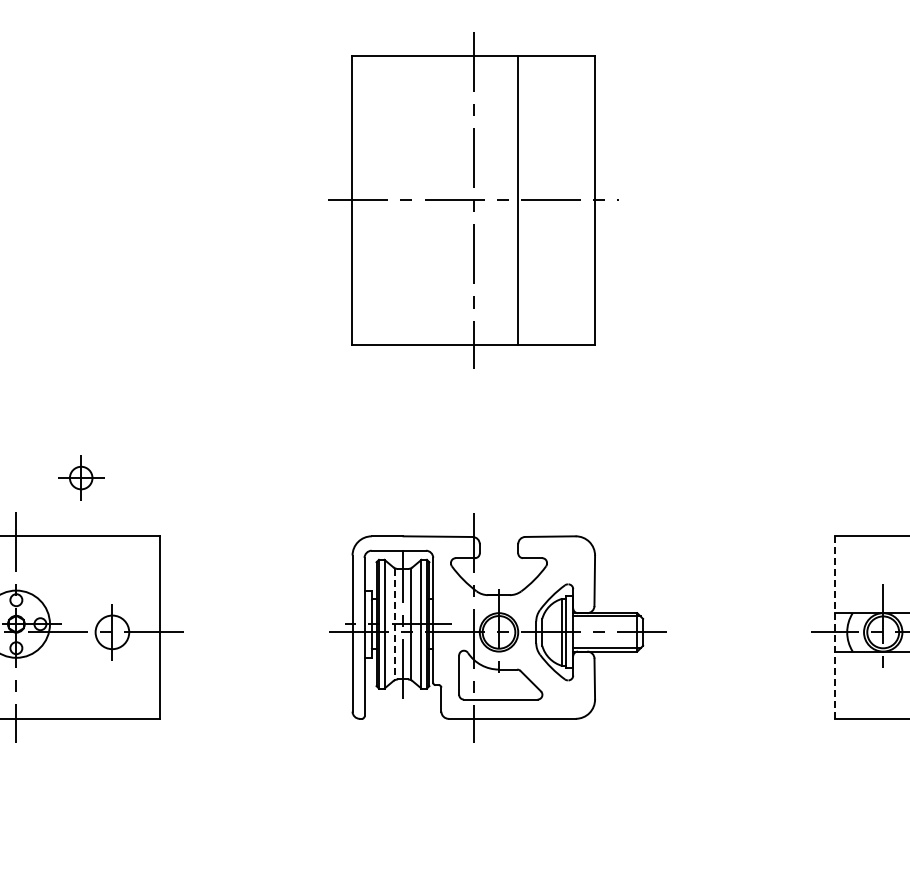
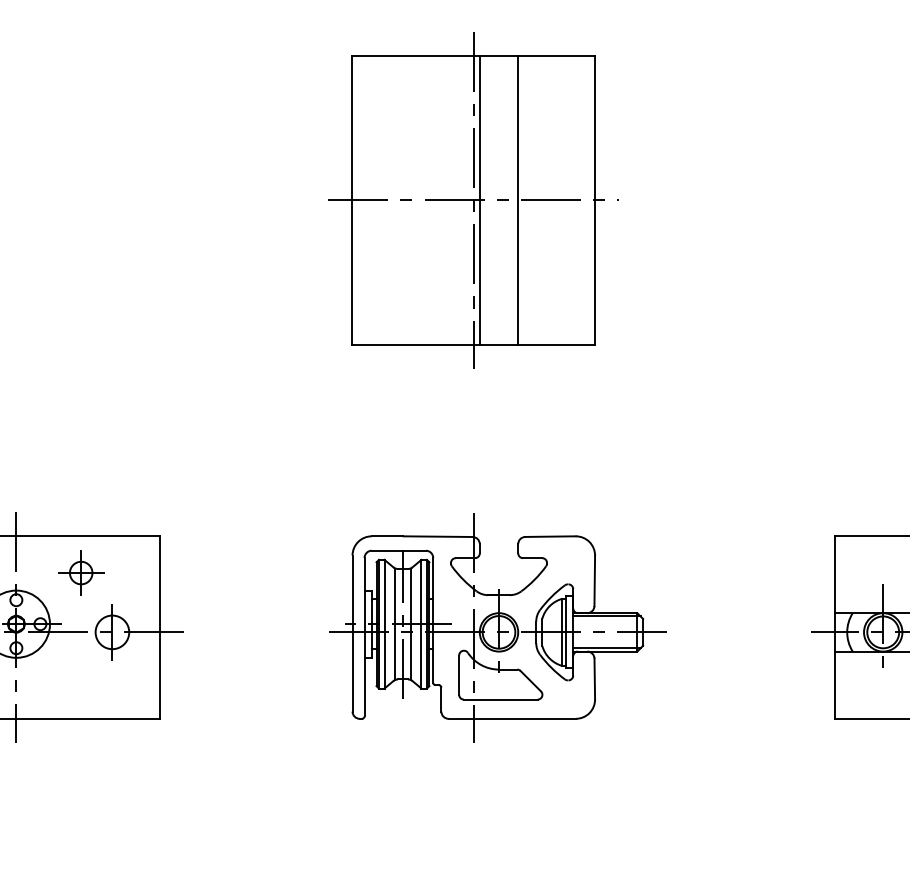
line at (479, 200): none -> present
part at (81, 477) position: (81, 477) -> (81, 572)
line at (395, 624): dashed -> solid
line at (835, 628): dashed -> solid
